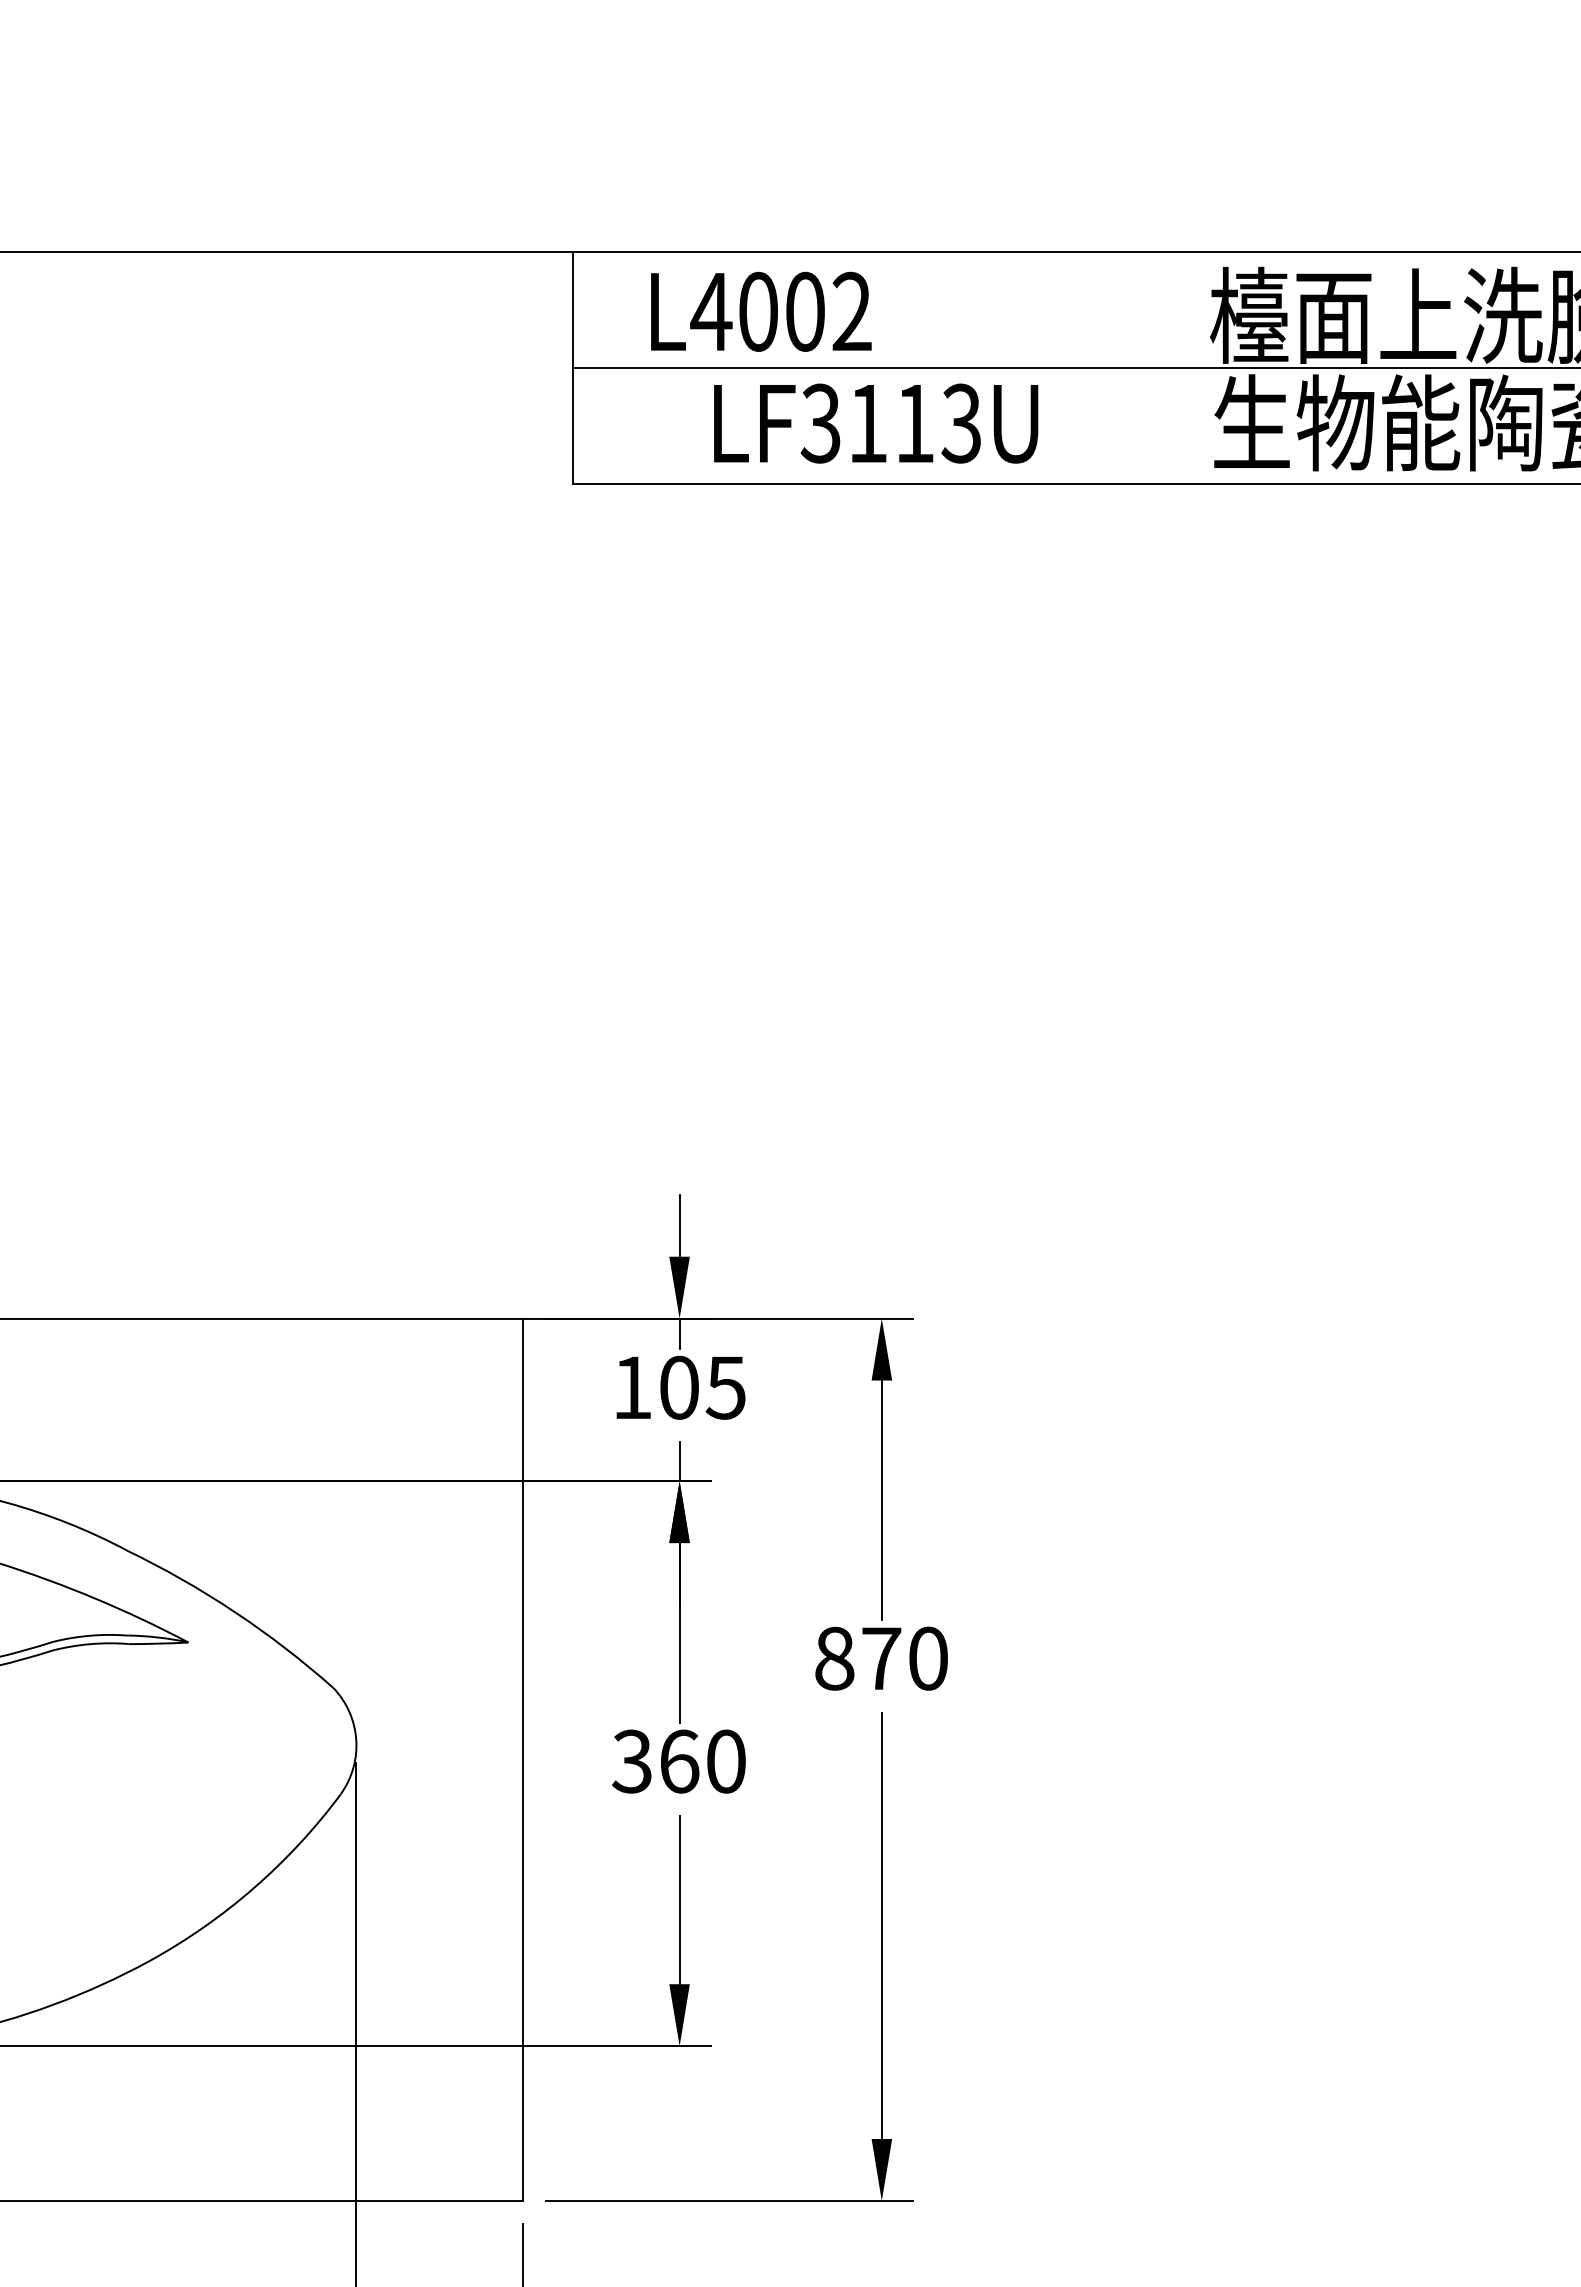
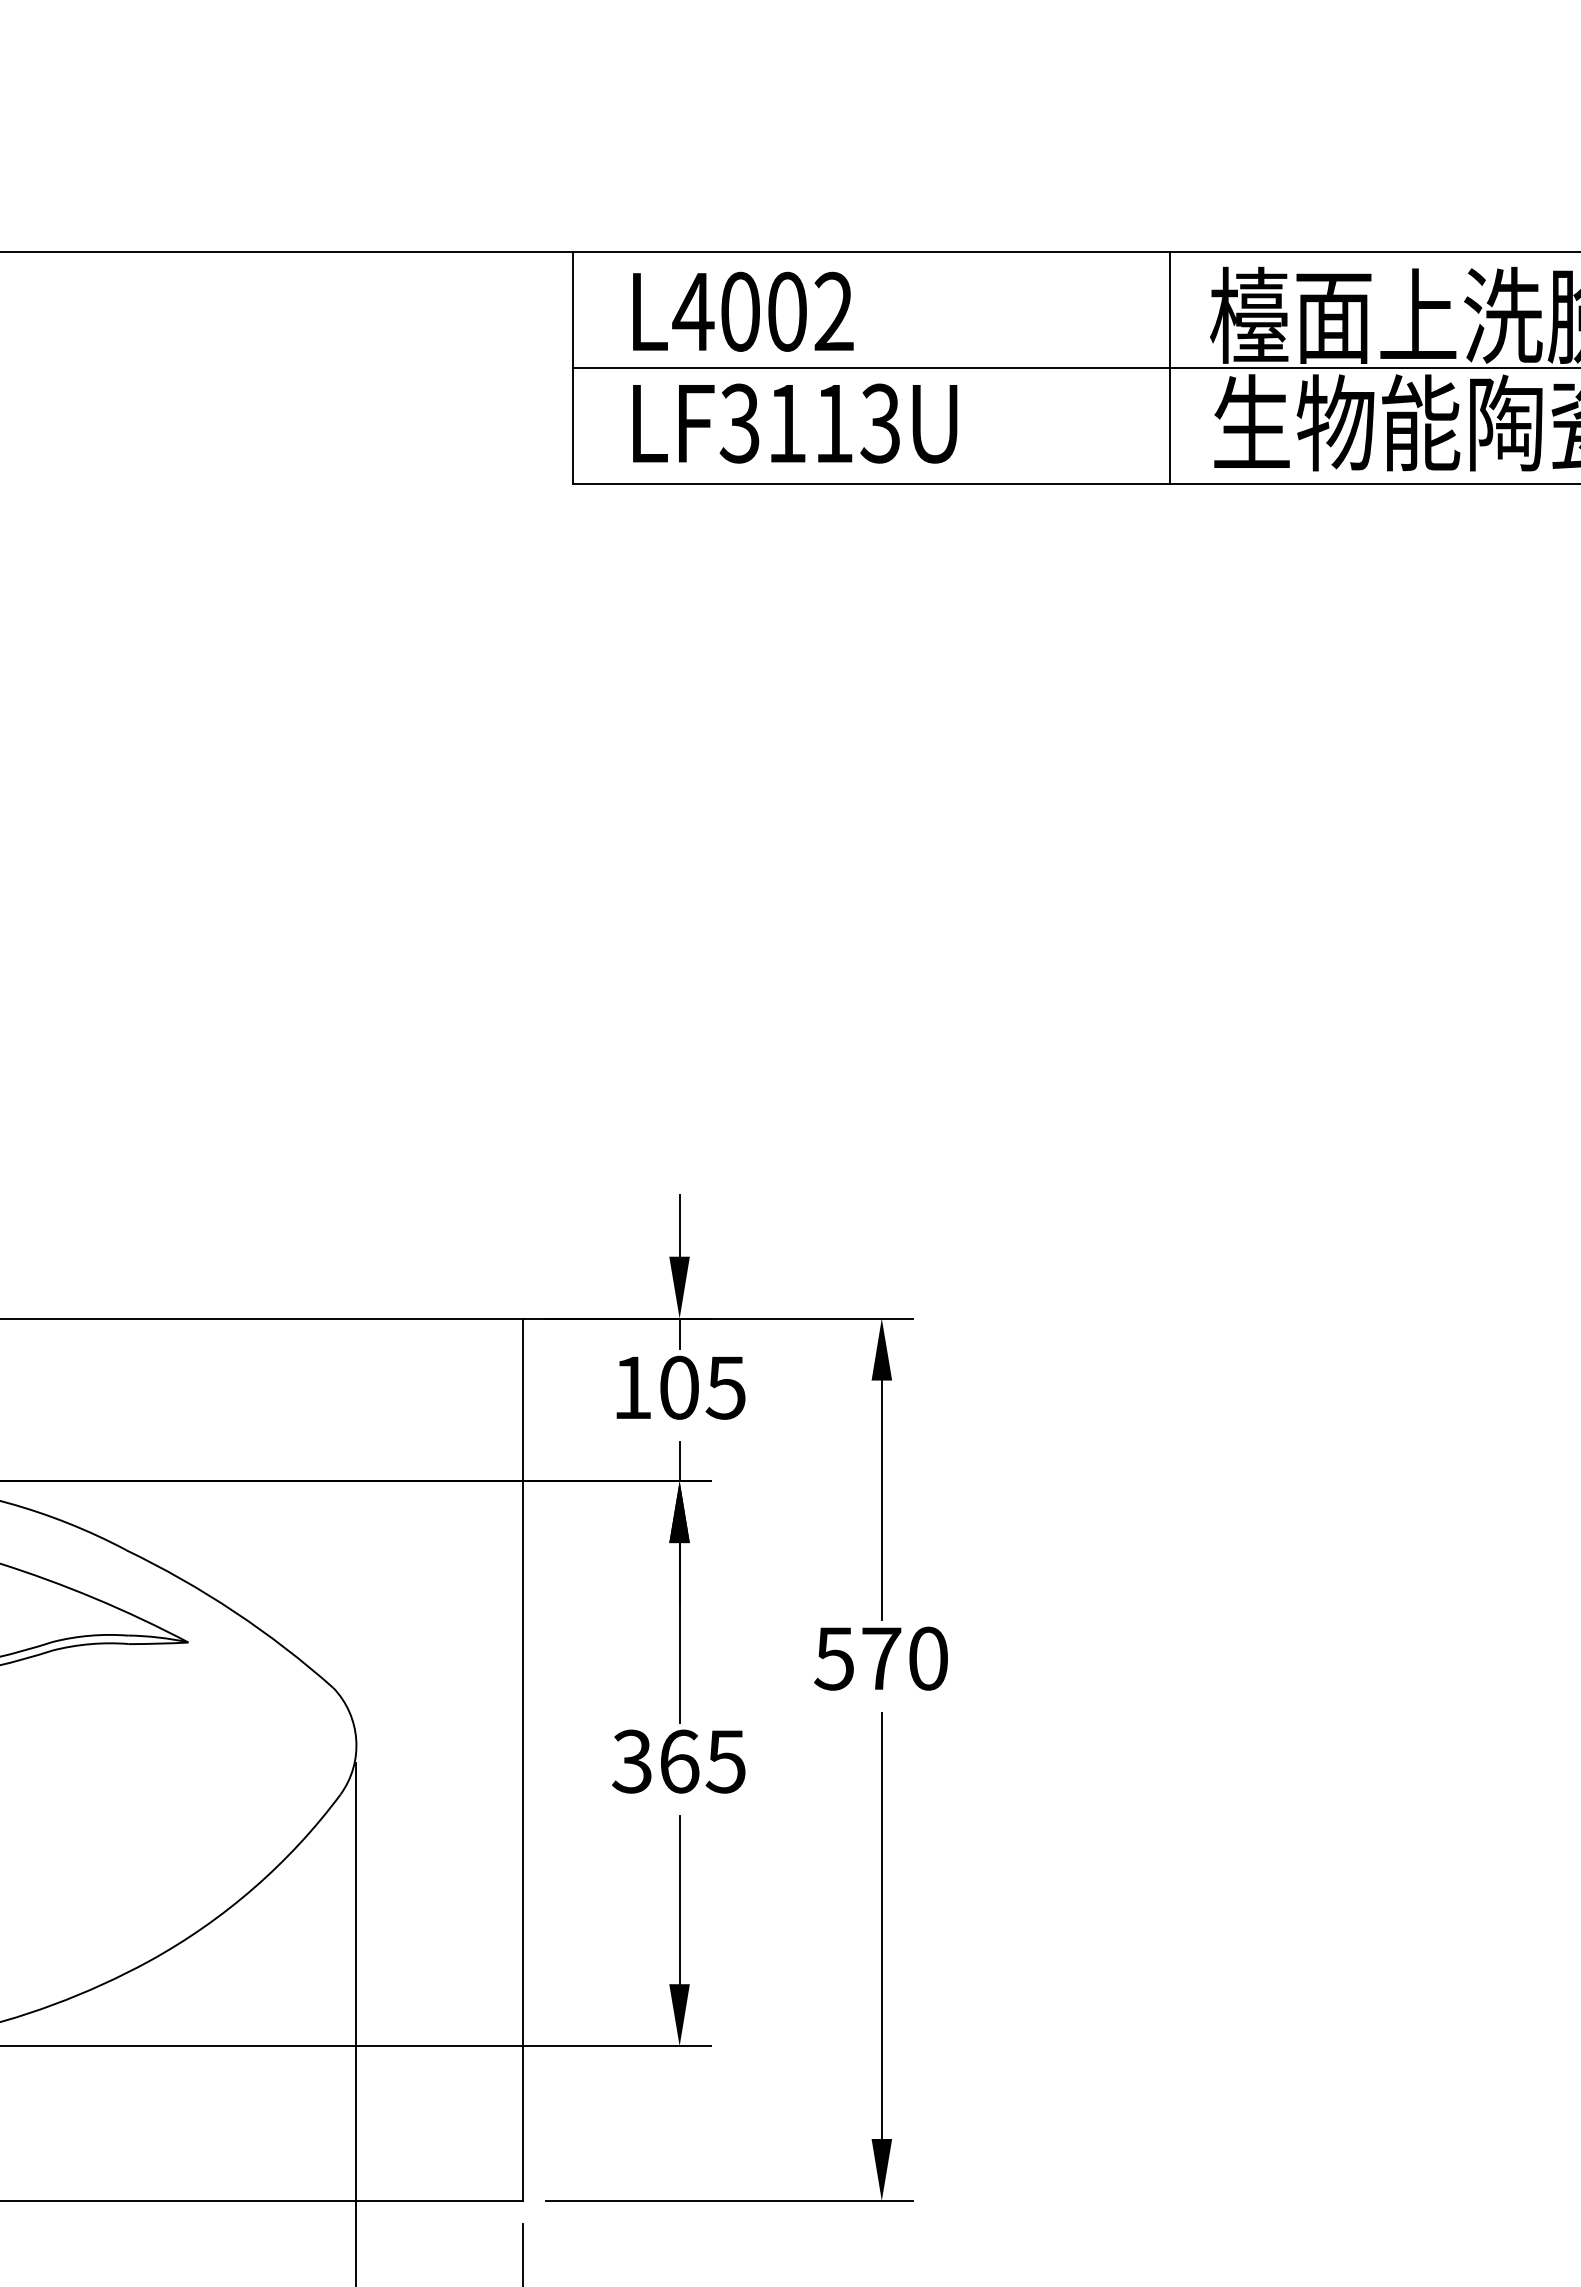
text at (761, 311) position: (761, 311) -> (743, 311)
line at (1170, 368): none -> present
text at (876, 423) position: (876, 423) -> (795, 423)
text at (834, 1658): 870 -> 570
text at (725, 1761): 360 -> 365
